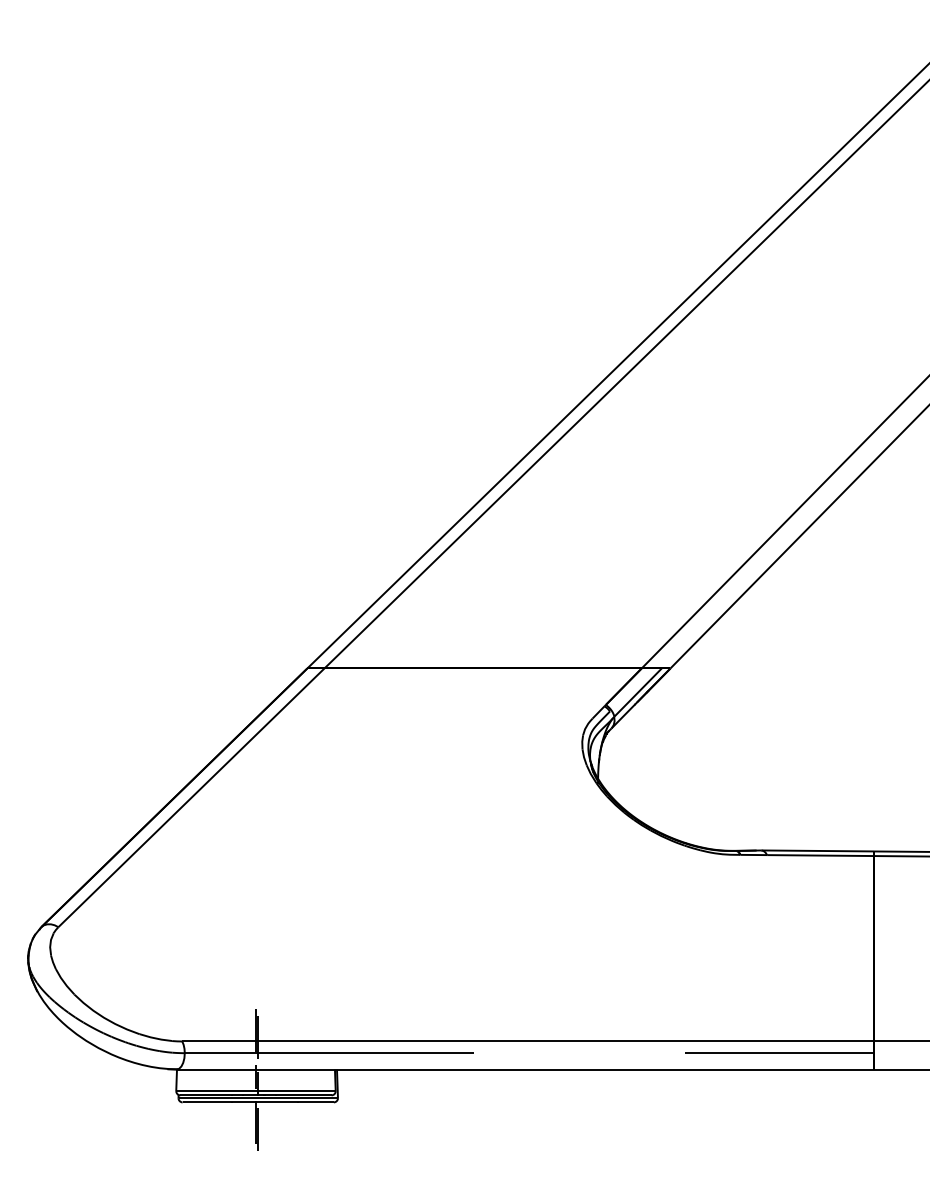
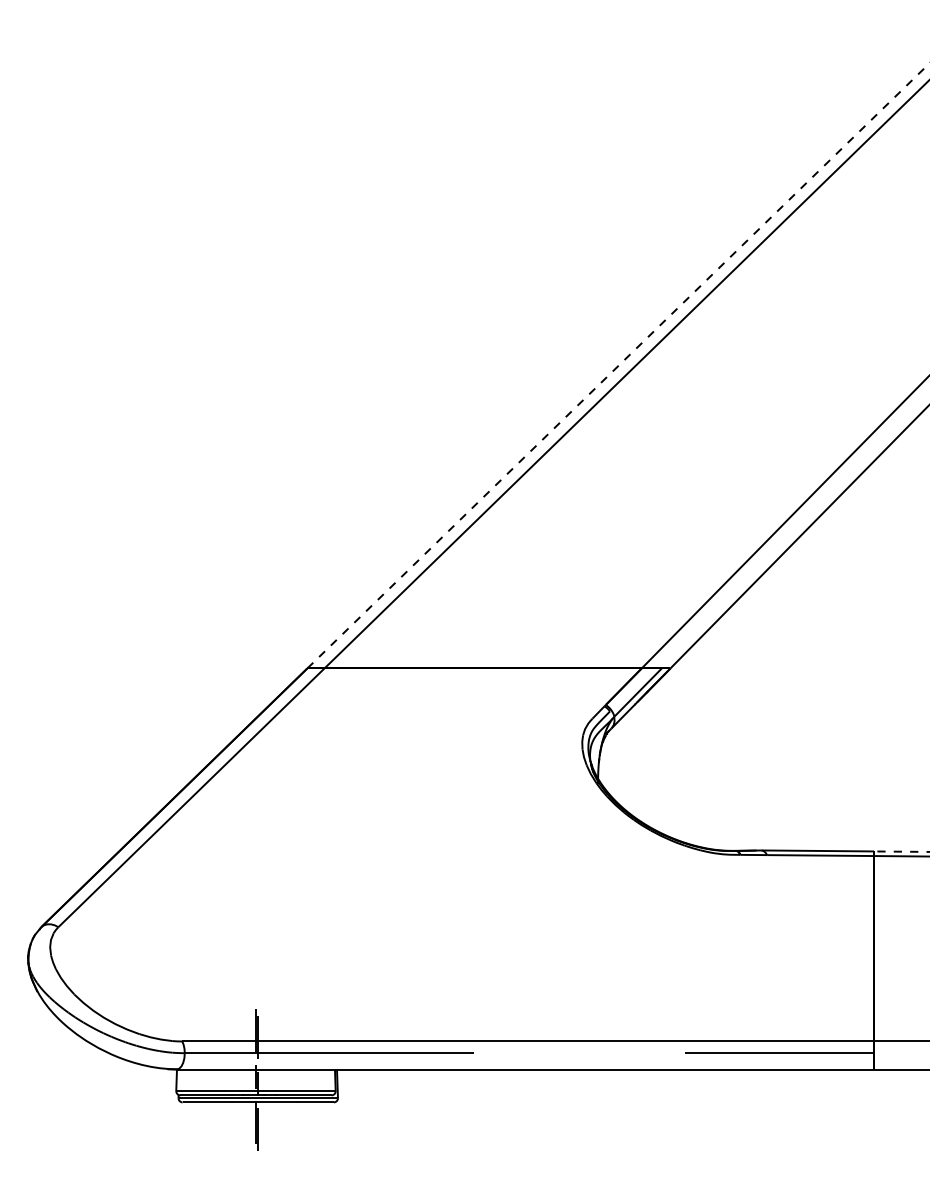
line at (618, 365): solid -> dashed
line at (901, 851): solid -> dashed
